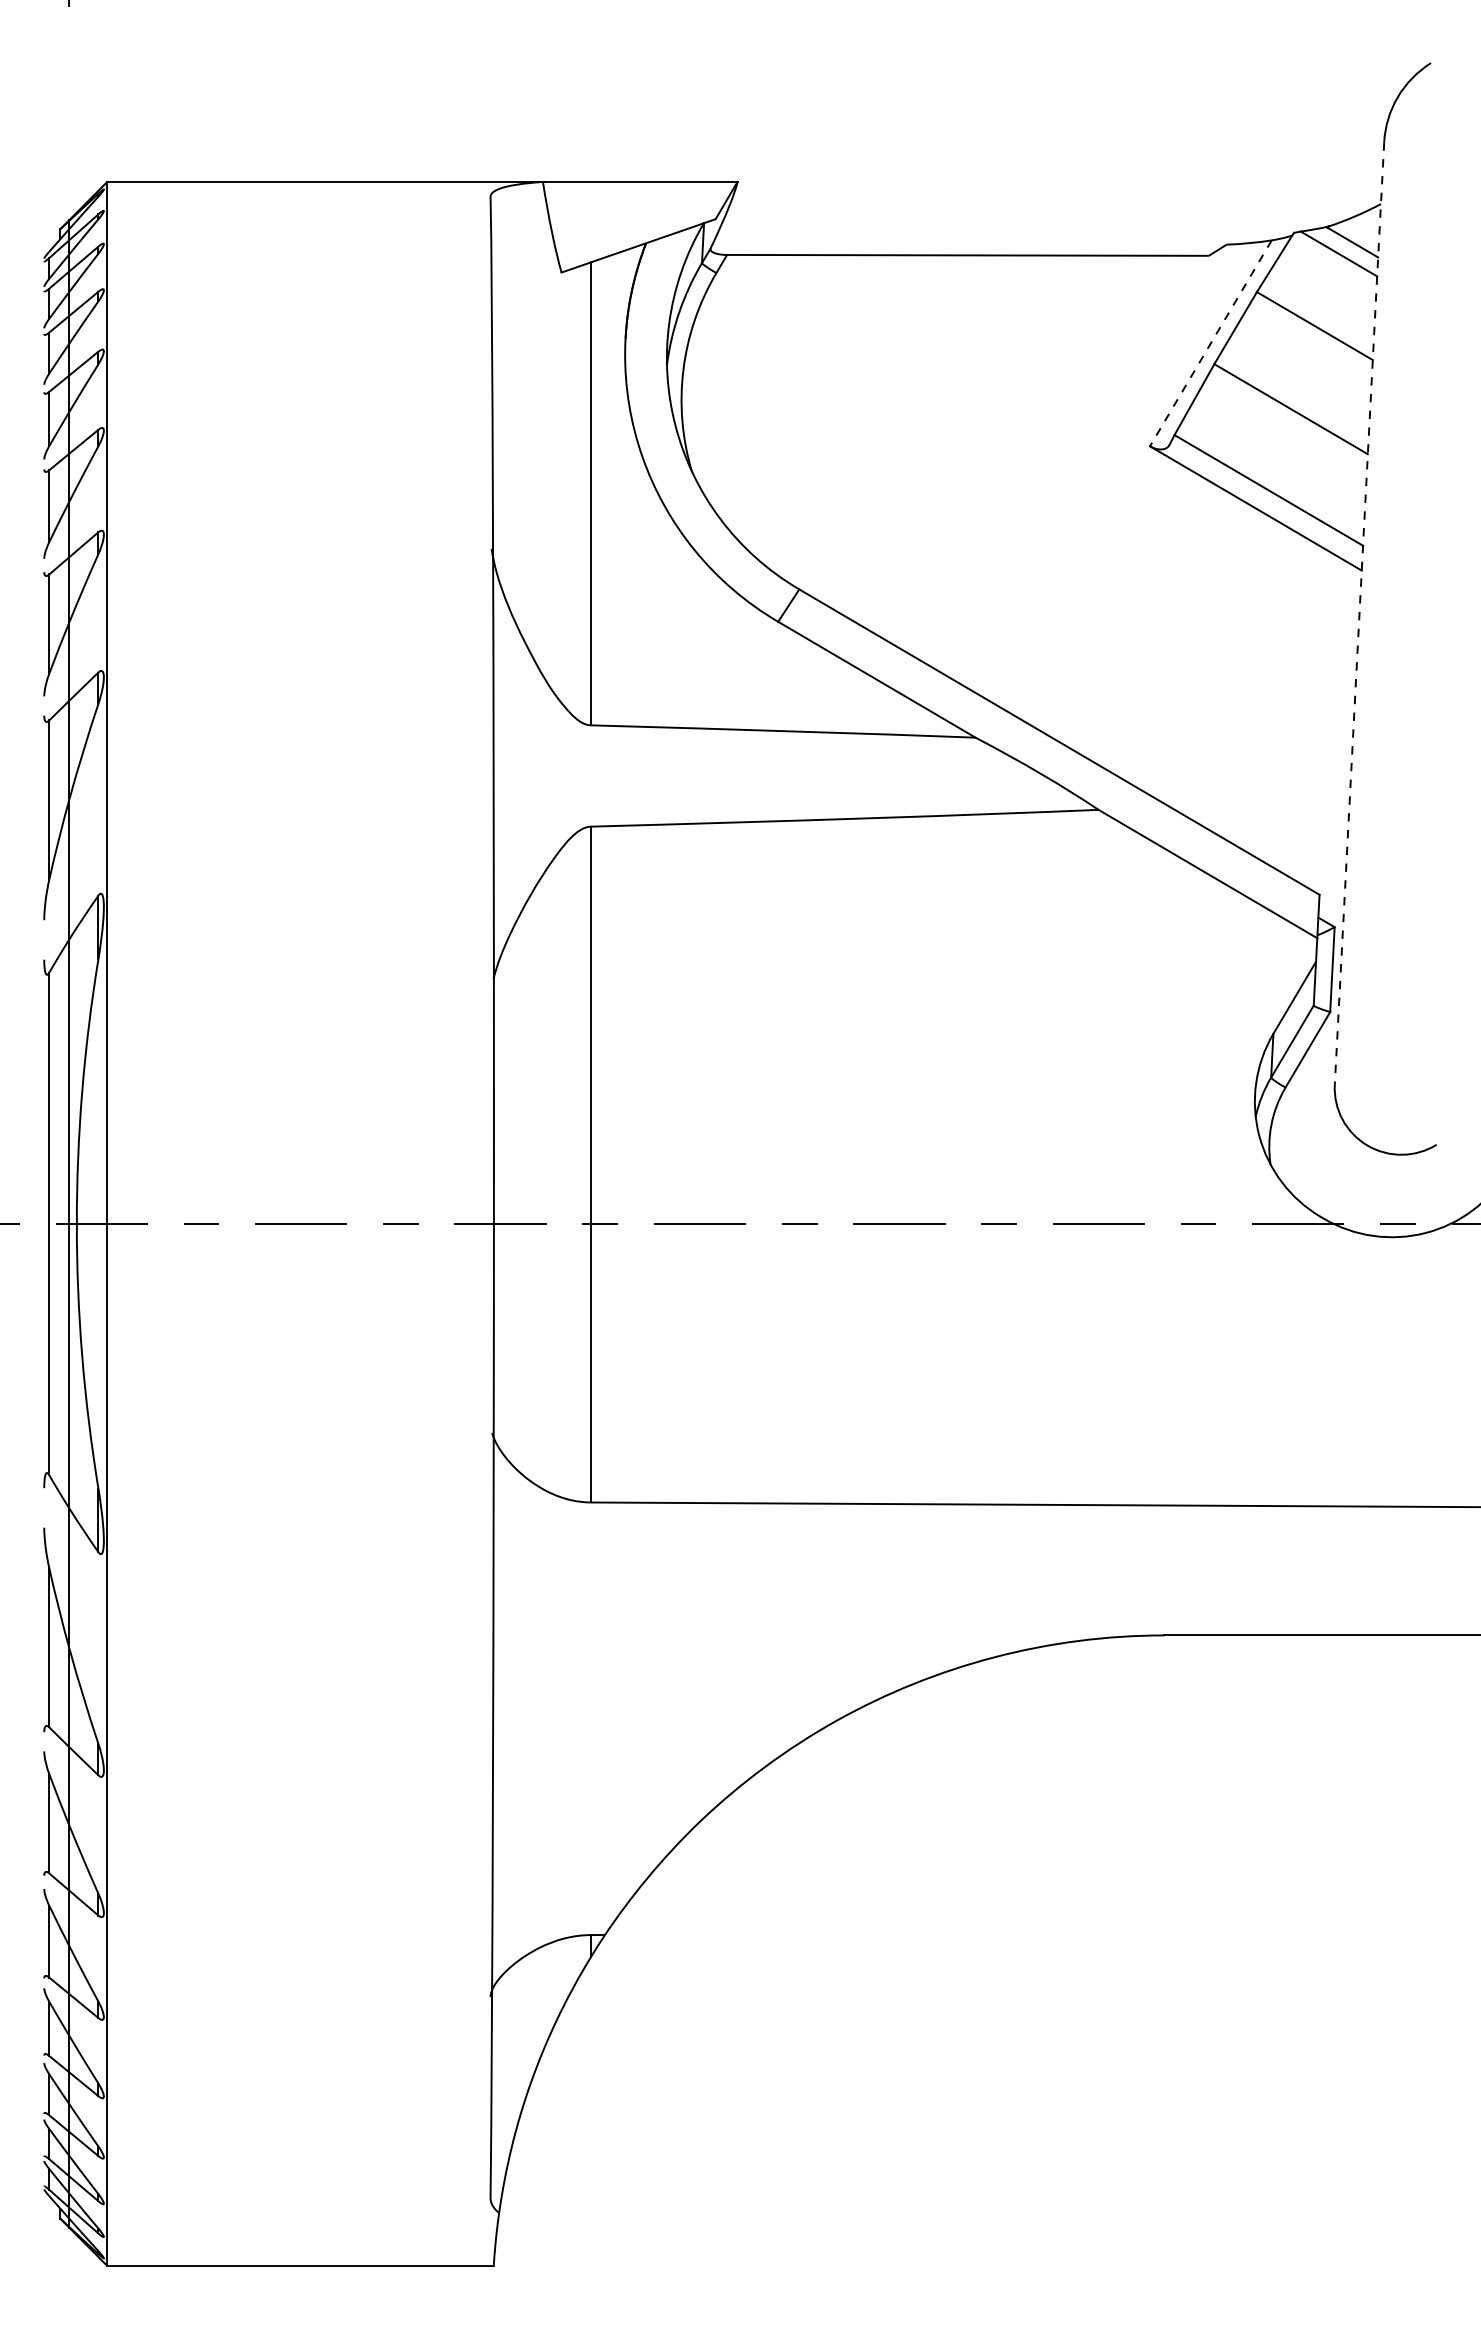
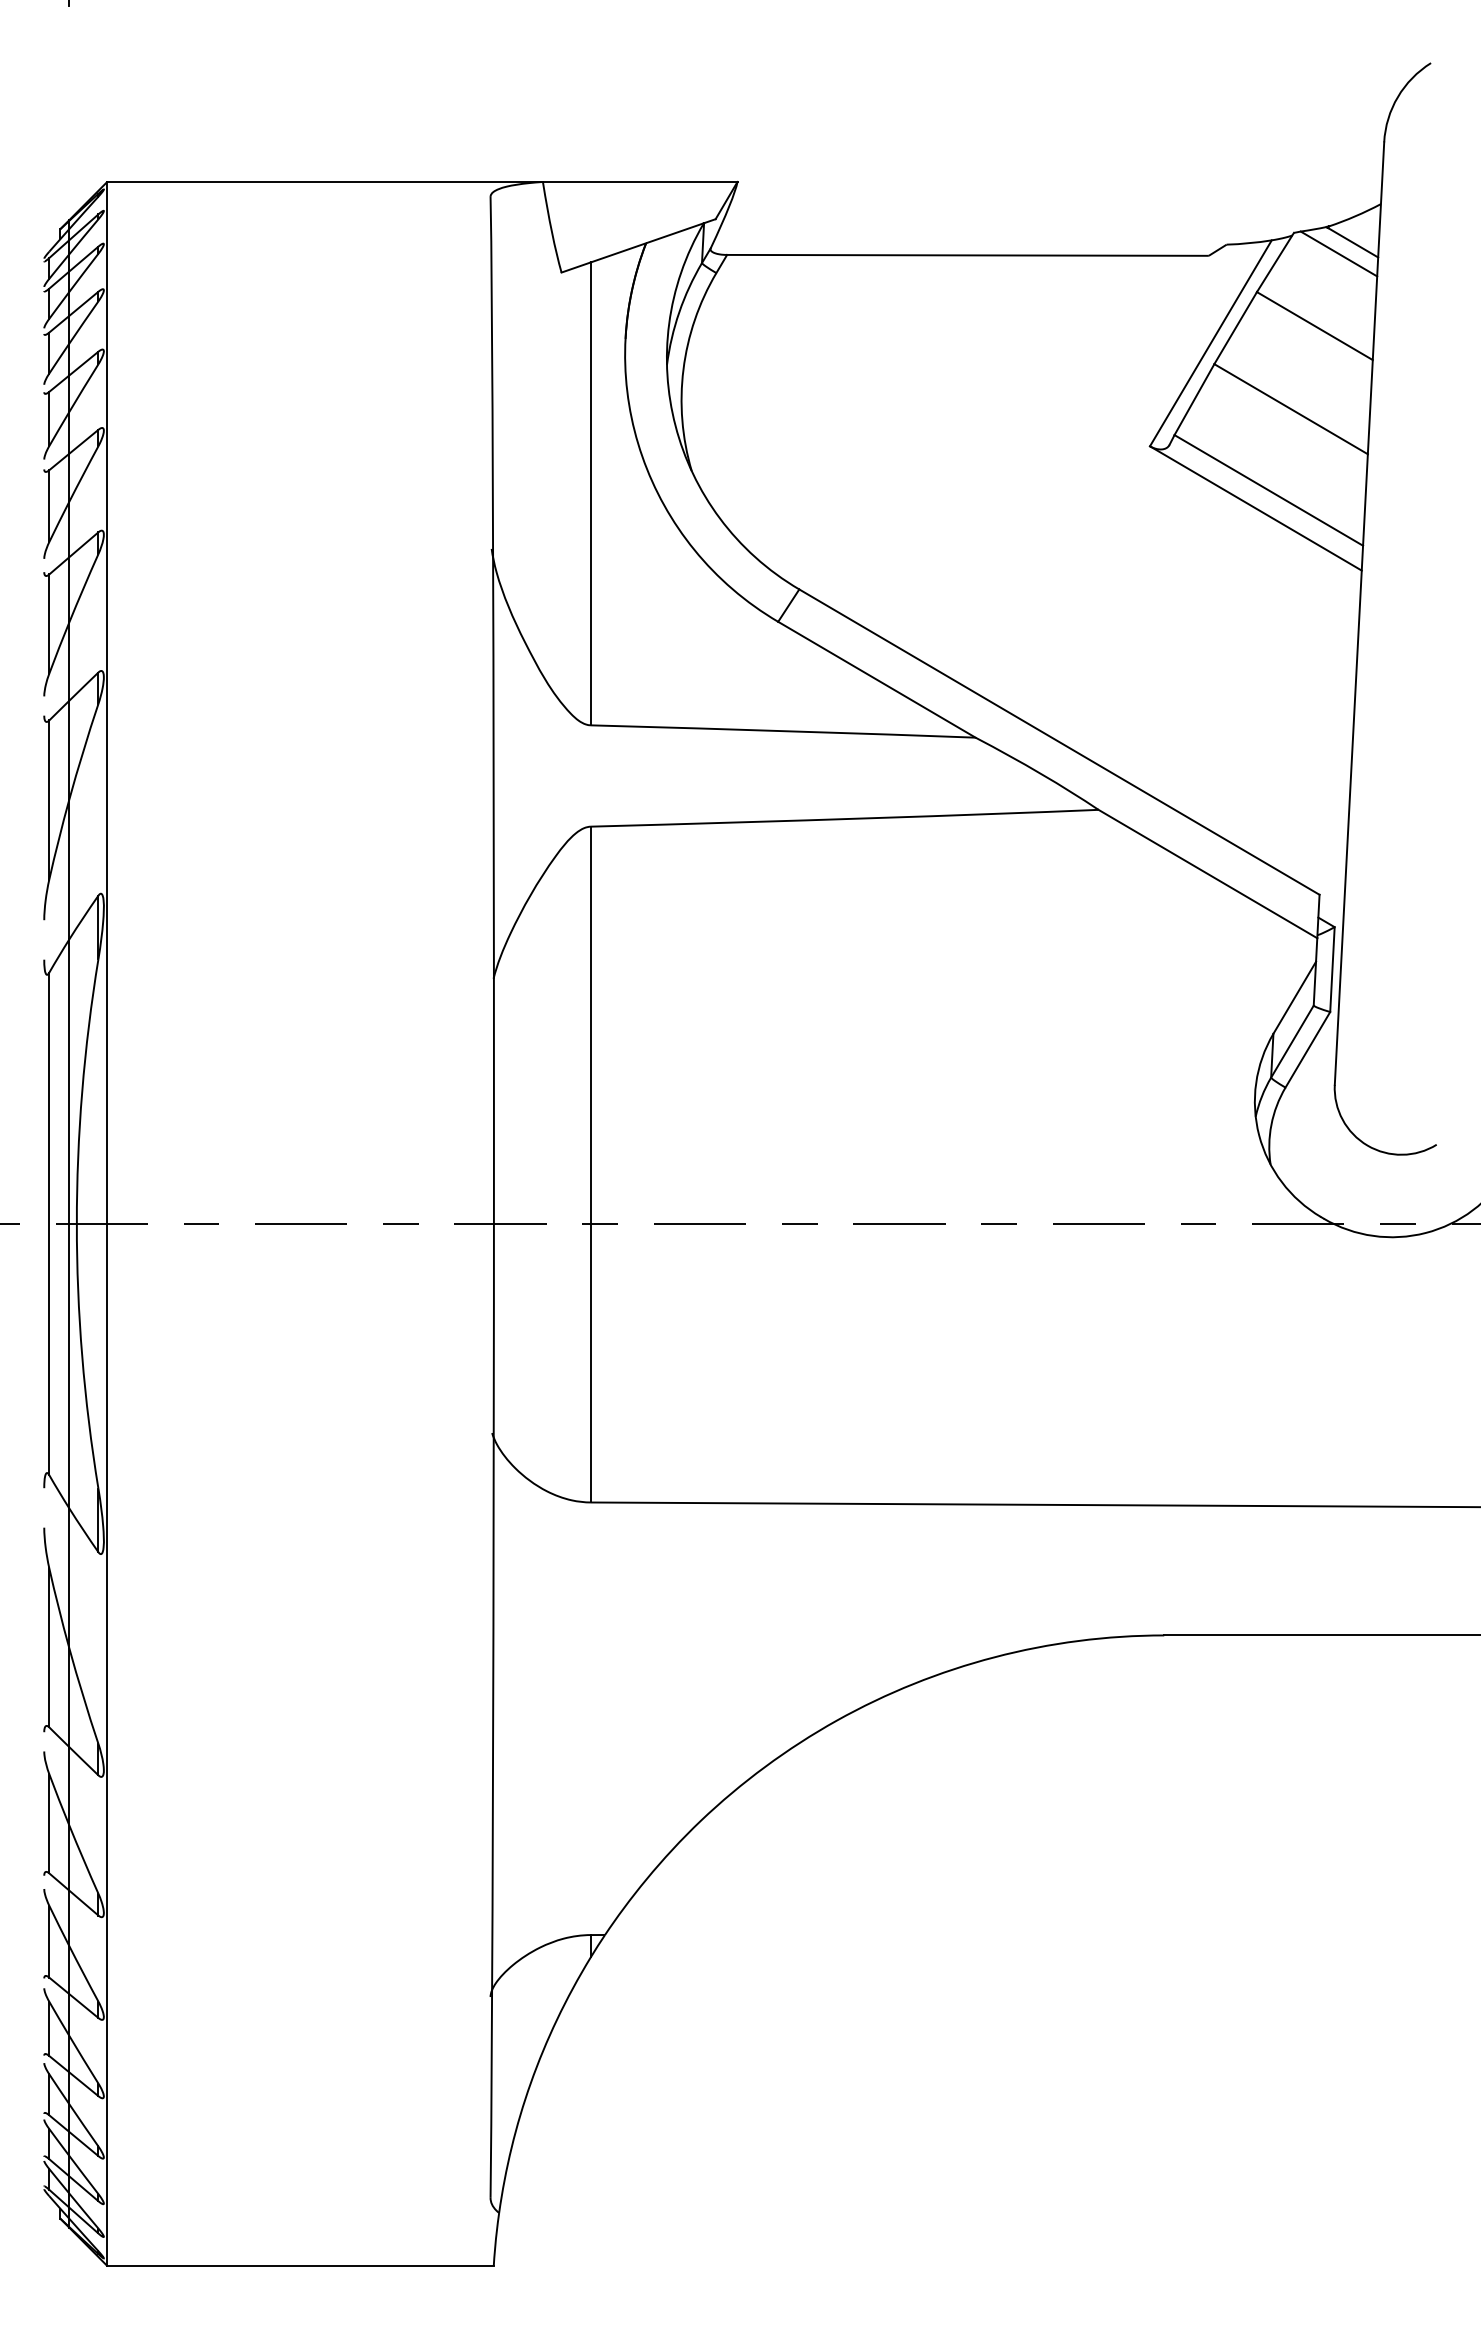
line at (1210, 343): dashed -> solid
line at (1359, 613): dashed -> solid
